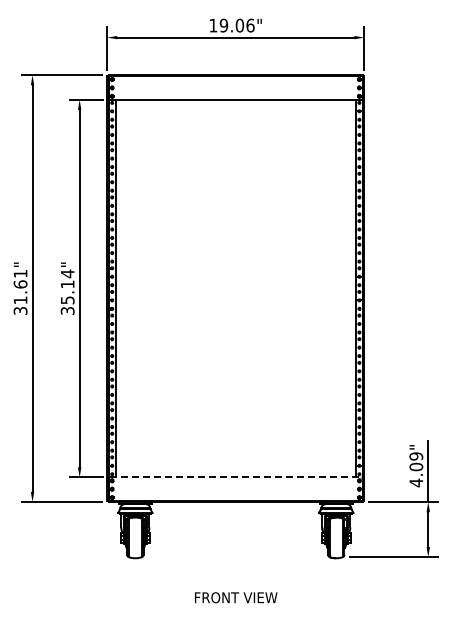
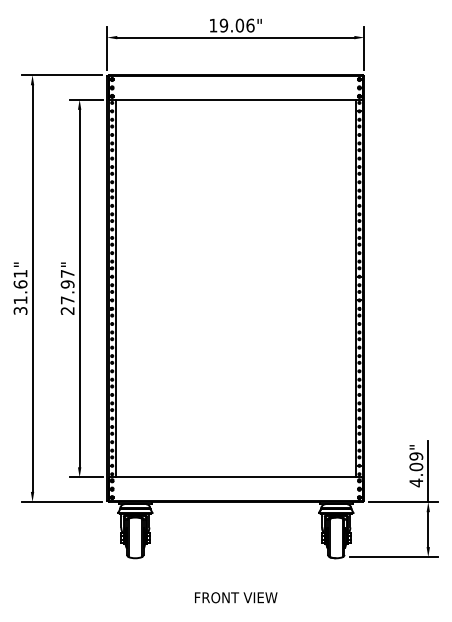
text at (67, 291): 35.14" -> 27.97"
line at (235, 477): dashed -> solid
